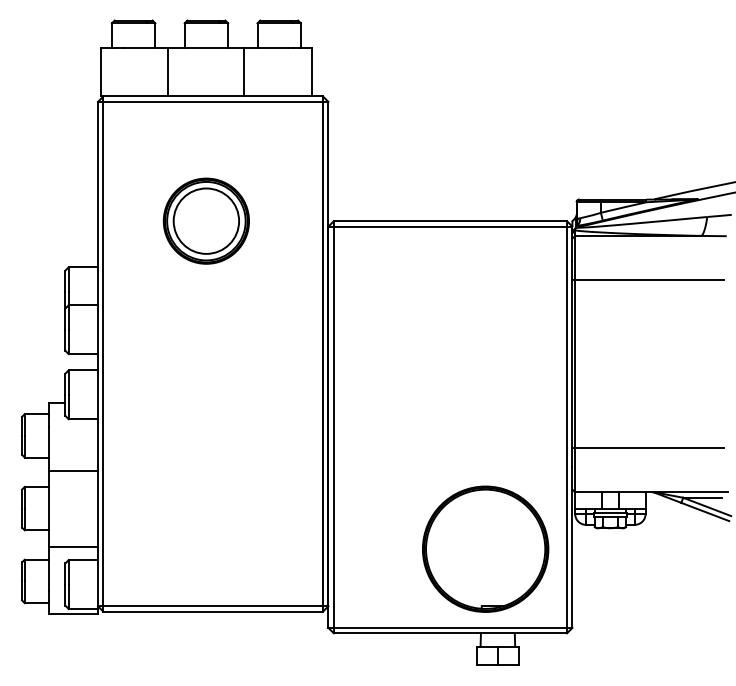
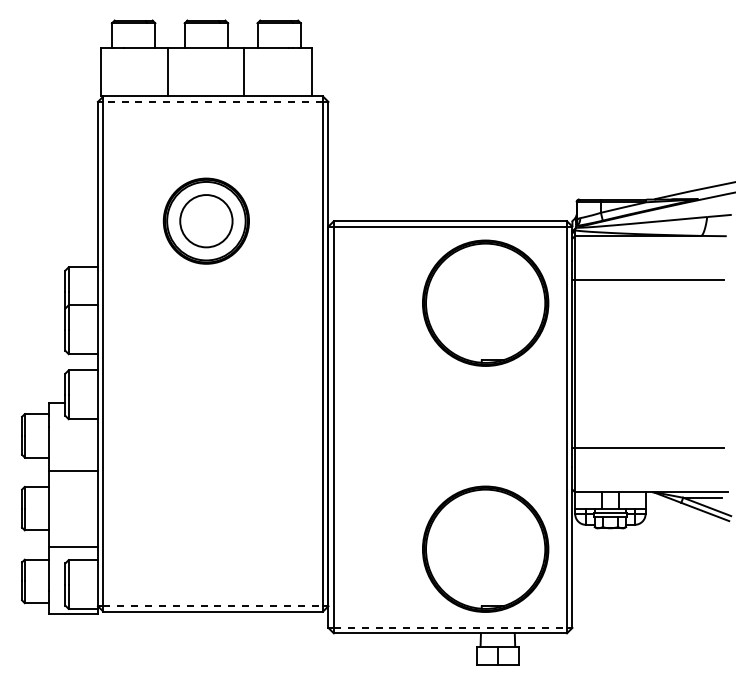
line at (213, 101): solid -> dashed
circle at (206, 220) diameter: 65 px -> 52 px
part at (485, 302): none -> present
line at (213, 606): solid -> dashed
line at (450, 627): solid -> dashed
